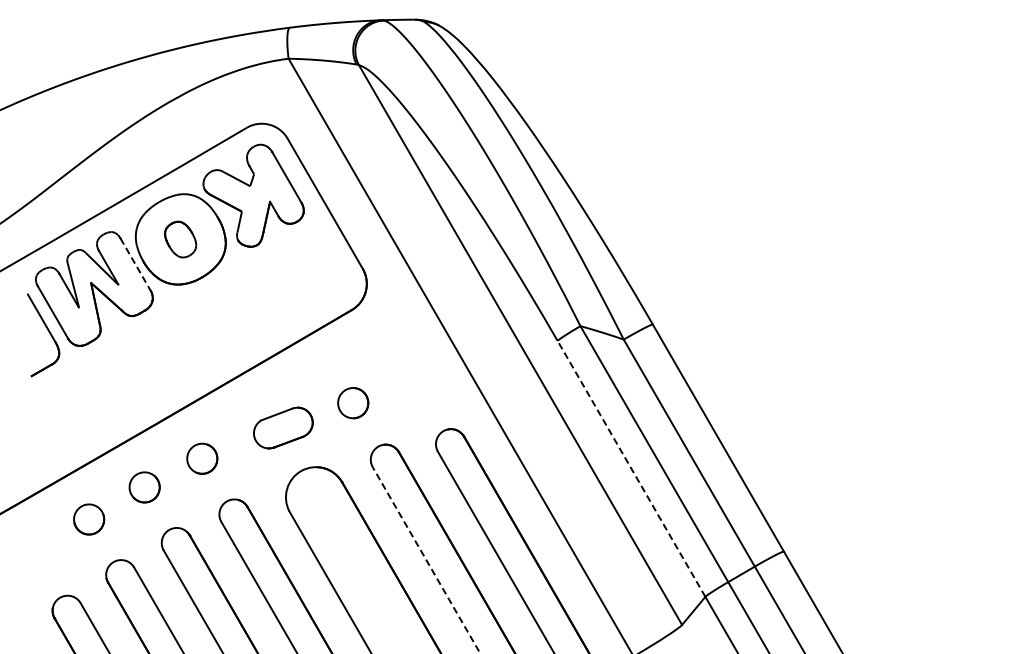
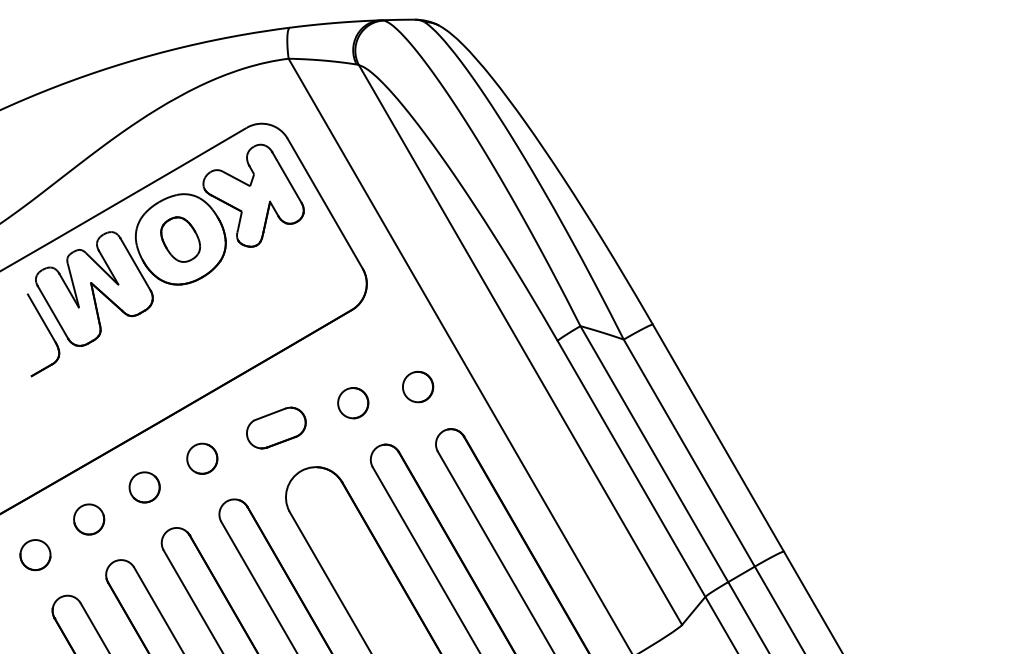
part at (180, 239) size: 34x39 px -> 41x47 px
line at (135, 264): dashed -> solid
part at (418, 386): none -> present
part at (283, 427) position: (283, 427) -> (276, 427)
line at (631, 468): dashed -> solid
part at (35, 555): none -> present
line at (426, 559): dashed -> solid
